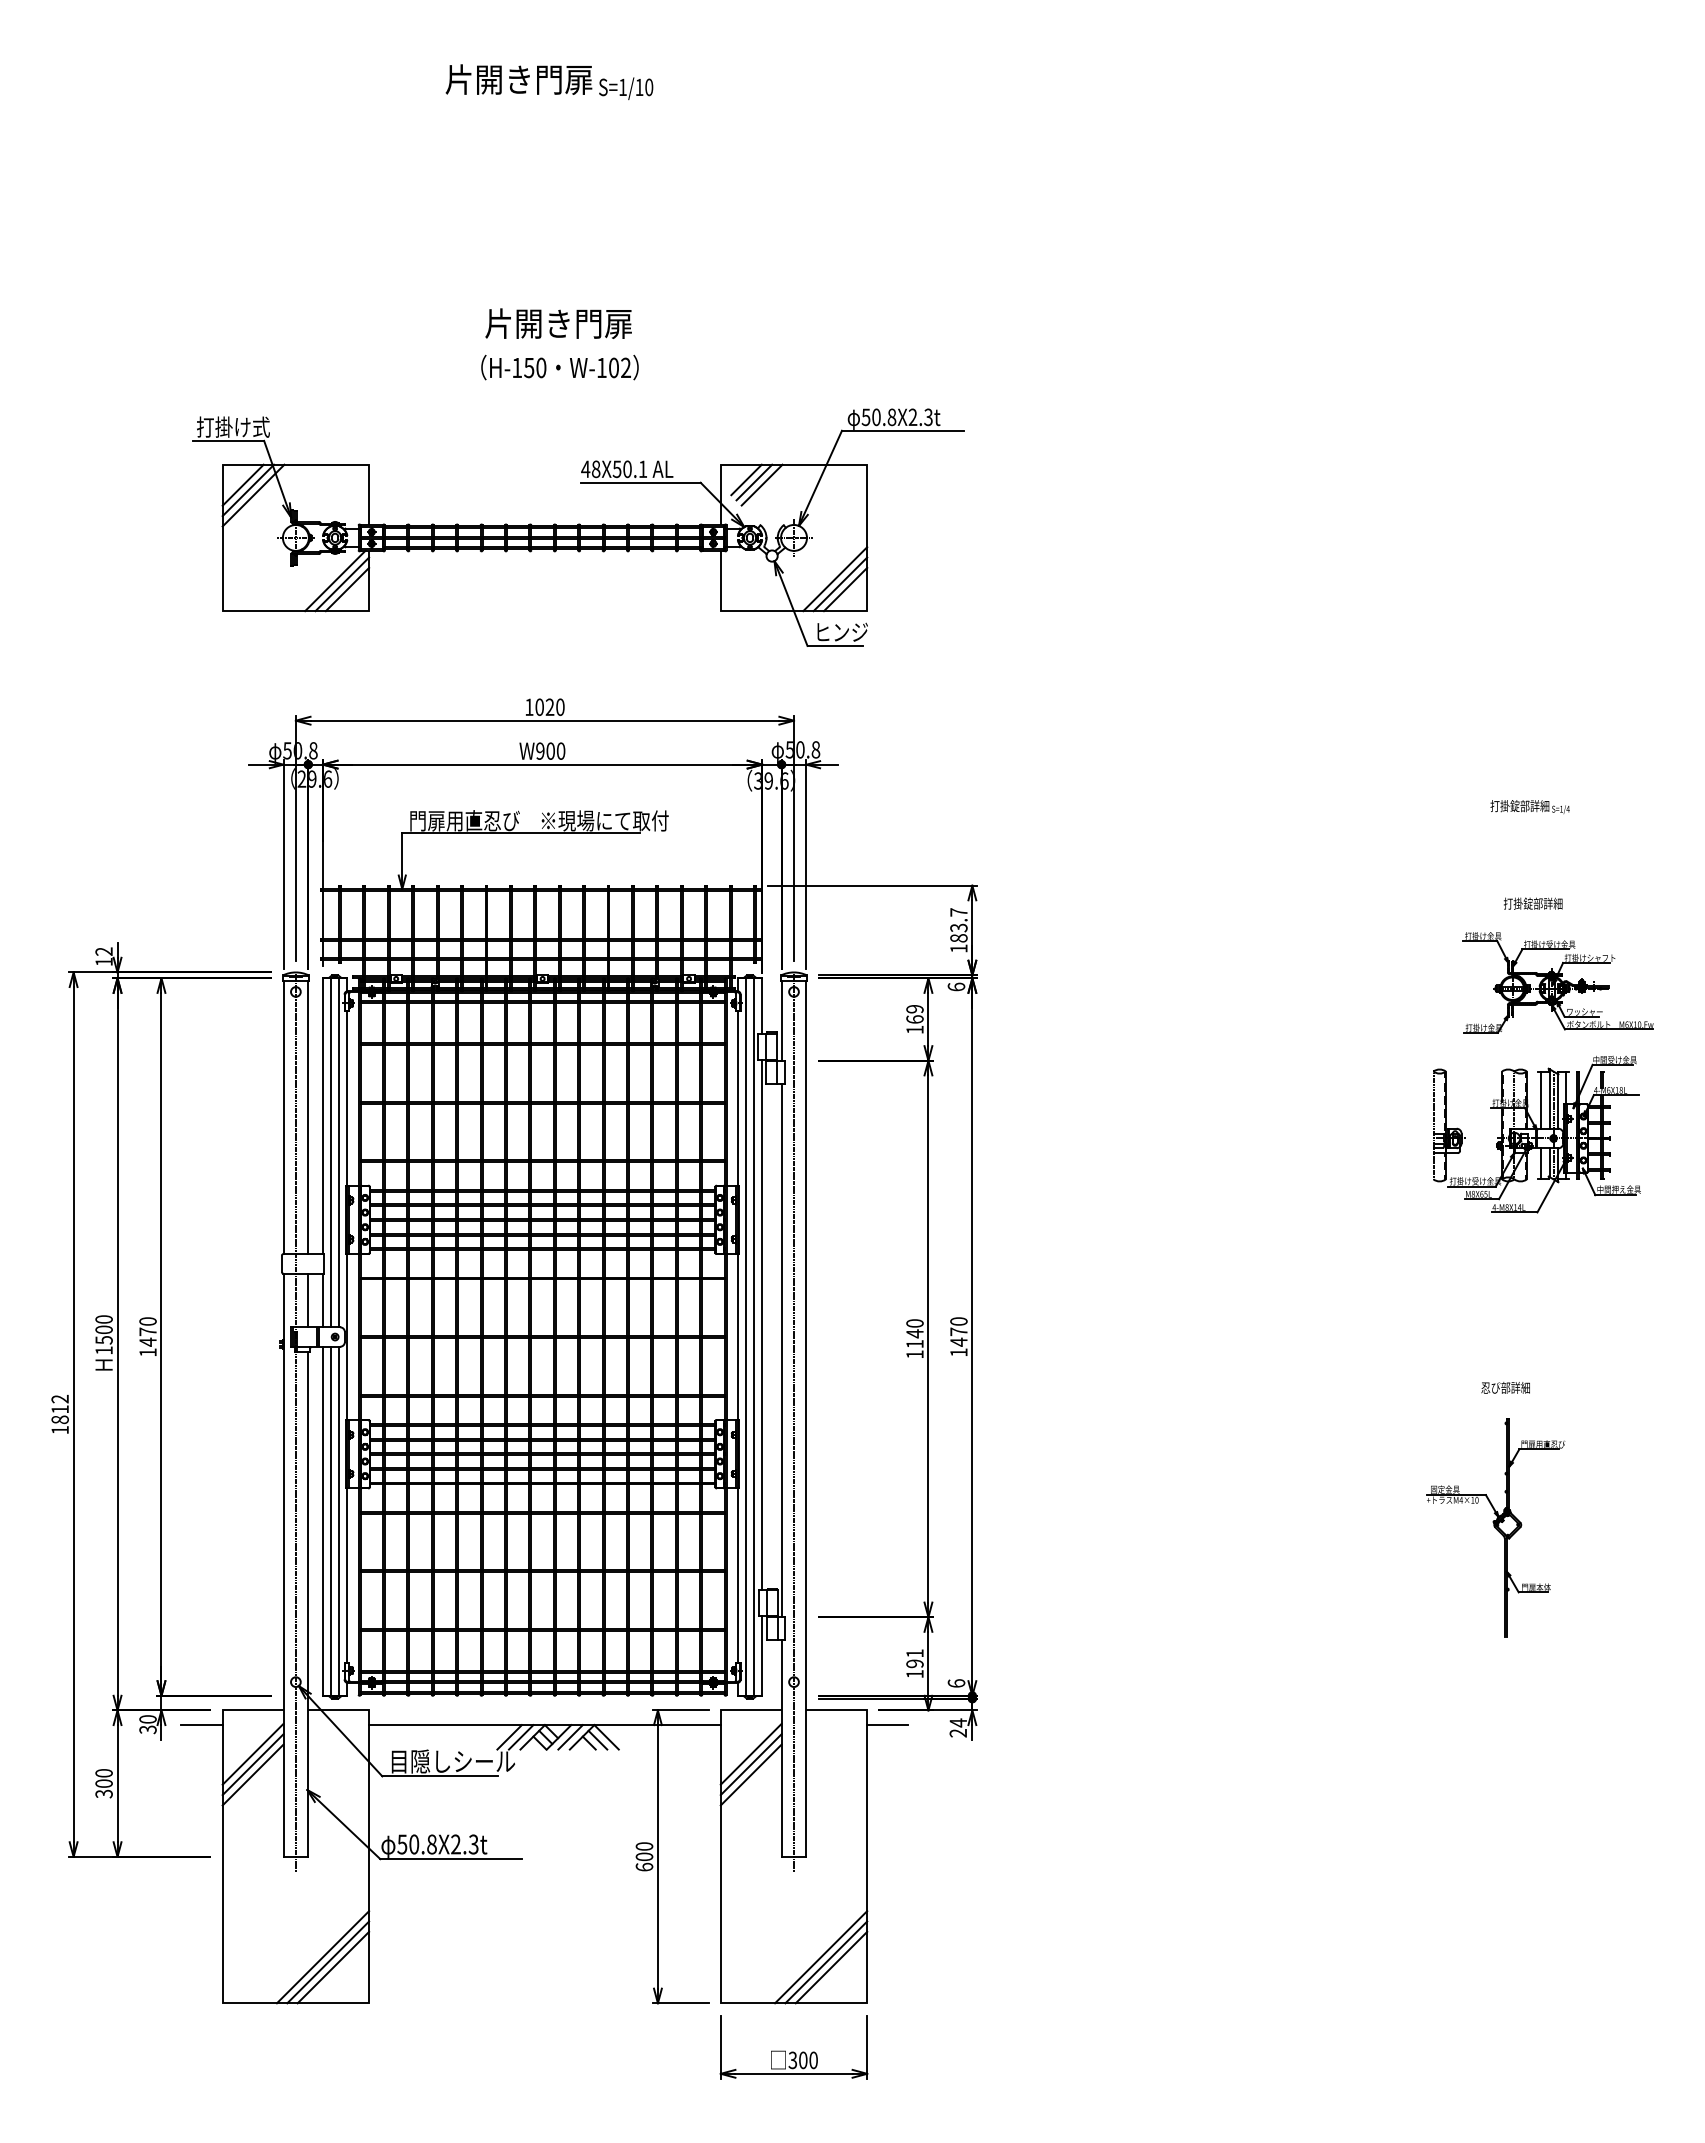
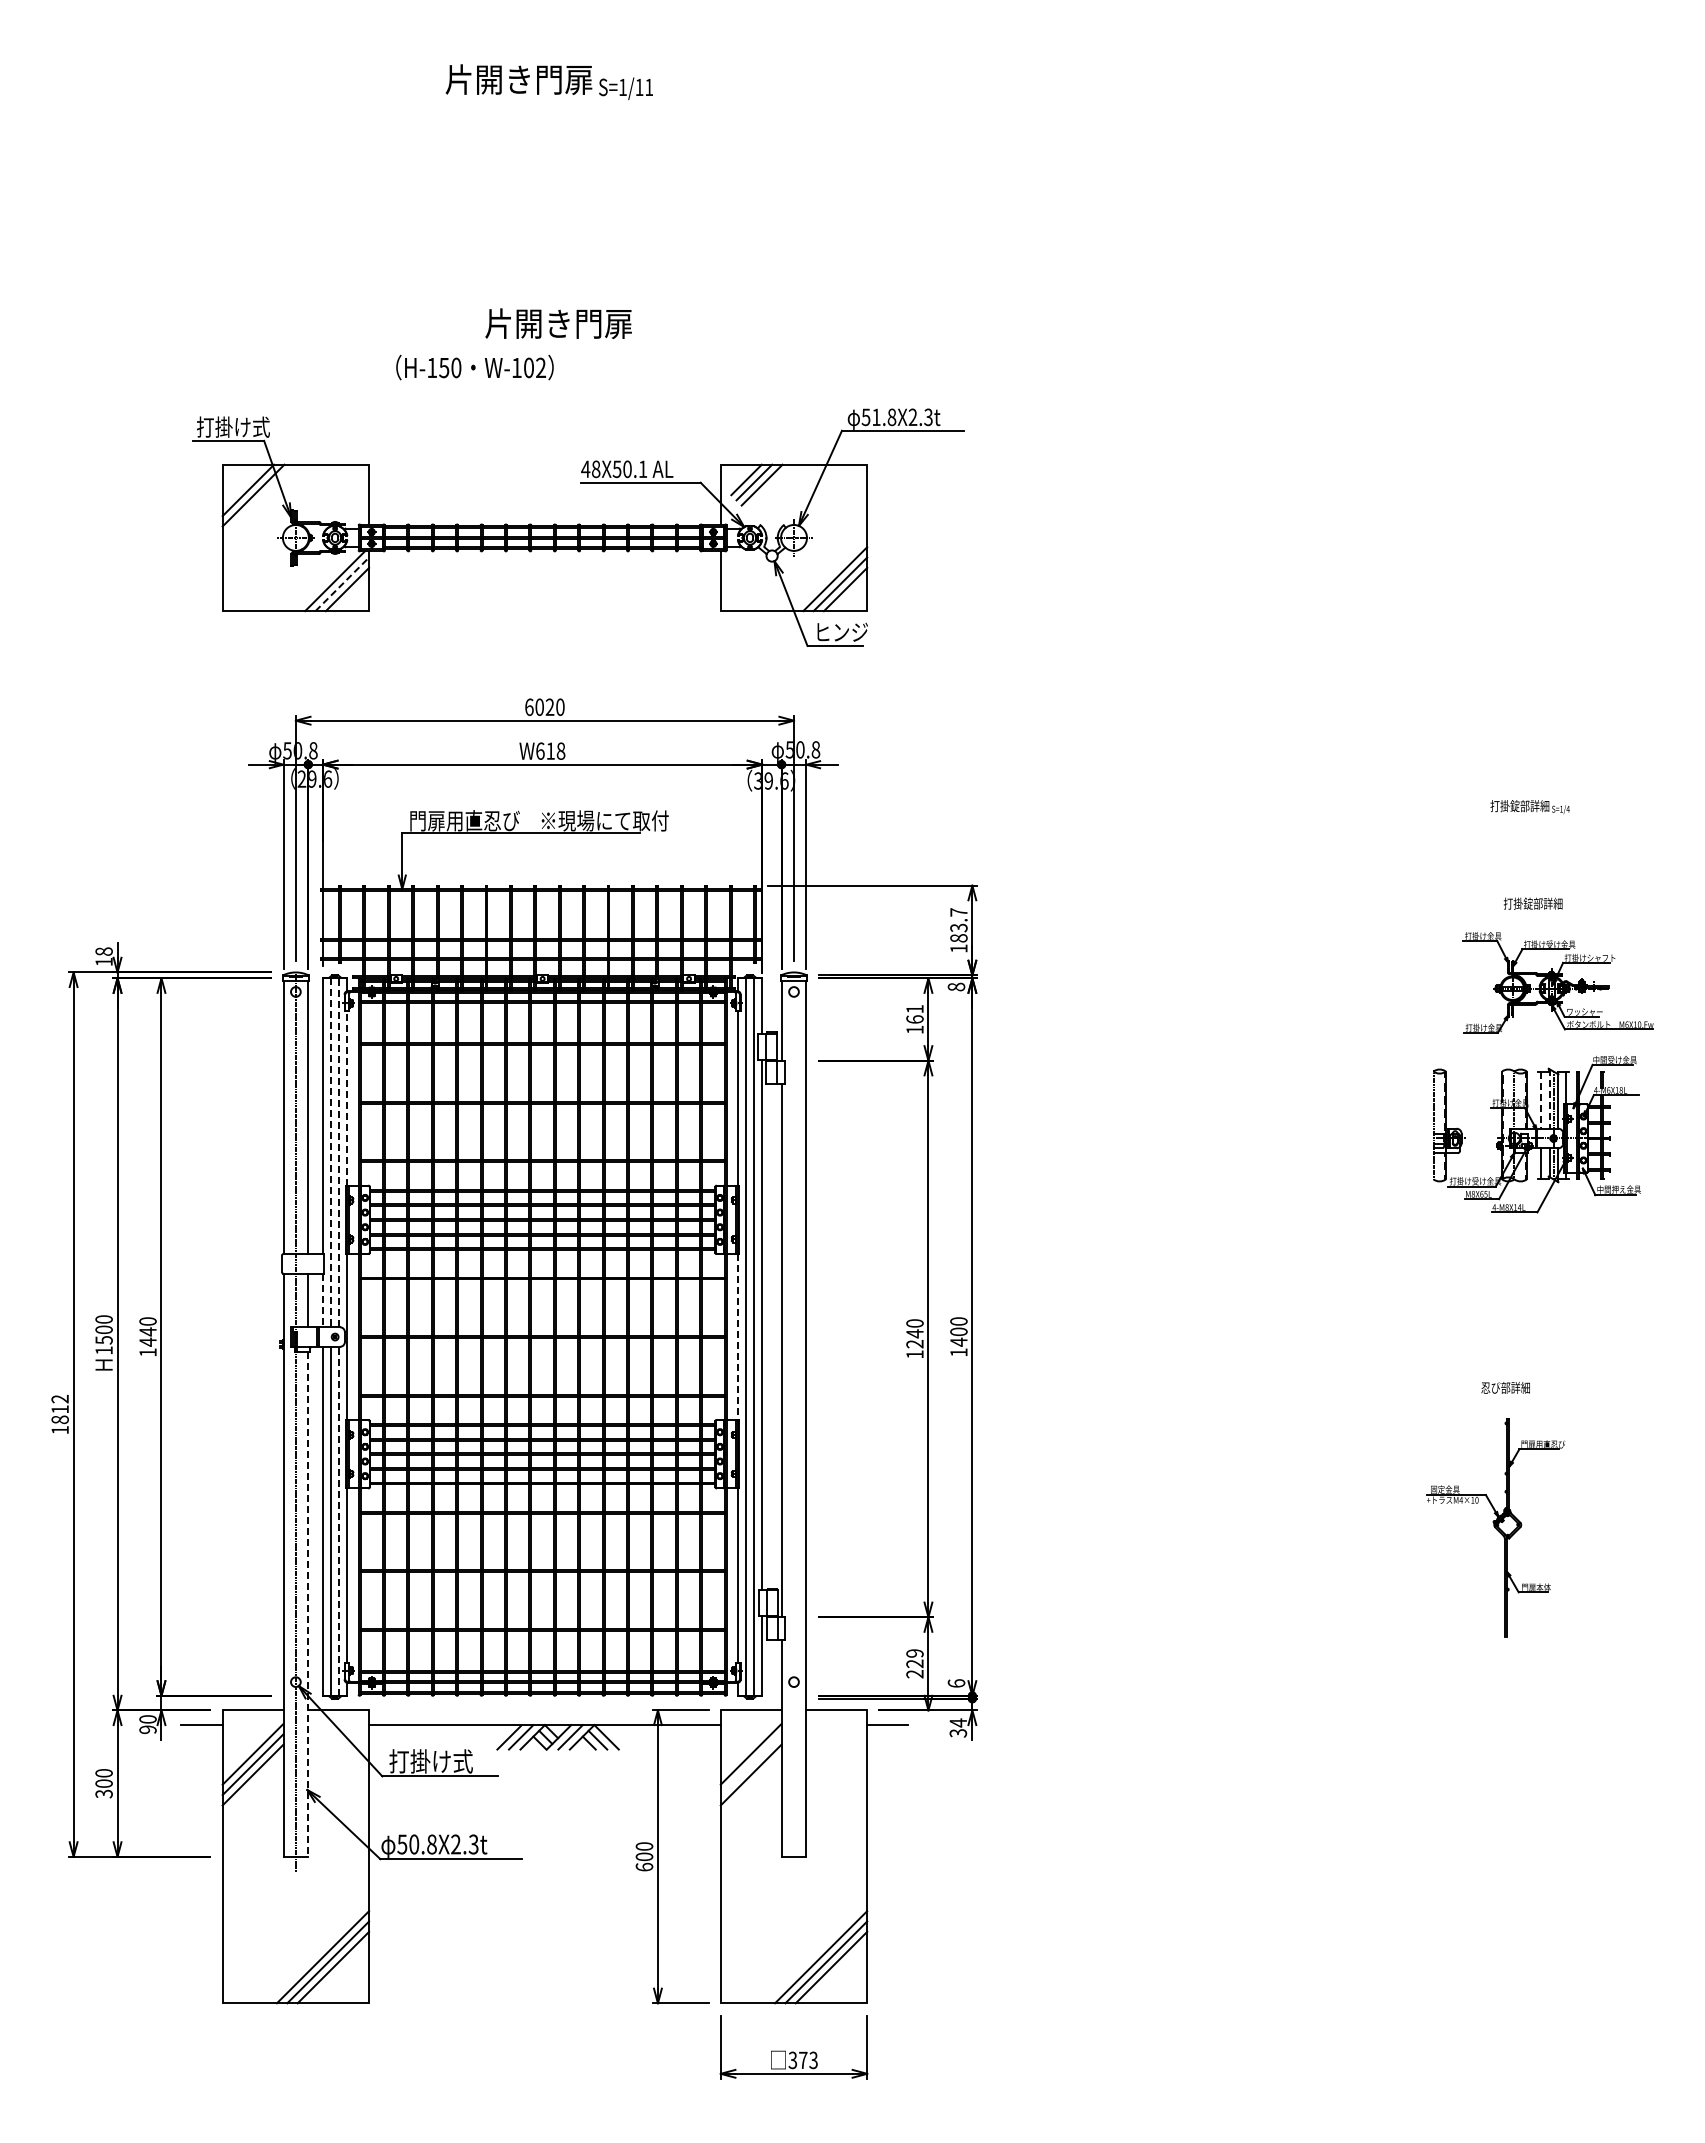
text at (649, 87): S=1/10 -> S=1/11
text at (559, 367) position: (559, 367) -> (474, 367)
text at (876, 417): 50.8X2.3t -> 51.8X2.3t
line at (242, 484): present -> none
line at (342, 584): solid -> dashed
text at (529, 706): 1020 -> 6020
text at (550, 750): W900 -> W618
text at (103, 951): 12 -> 18
text at (955, 986): 6 -> 8
text at (914, 1009): 169 -> 161
line at (347, 1098): solid -> dashed
line at (1549, 1098): solid -> dashed
line at (1541, 1100): solid -> dashed
line at (339, 1152): solid -> dashed
line at (331, 1153): solid -> dashed
line at (322, 1300): solid -> dashed
text at (147, 1331): 1470 -> 1440
text at (958, 1331): 1470 -> 1400
line at (737, 1337): solid -> dashed
text at (914, 1344): 1140 -> 1240
line at (794, 1421): present -> none
line at (339, 1520): solid -> dashed
line at (308, 1604): solid -> dashed
text at (914, 1663): 191 -> 229
text at (147, 1729): 30 -> 90
text at (958, 1733): 24 -> 34
text at (452, 1761): 目隠しシール -> 打掛け式
line at (750, 1764): present -> none
text at (808, 2060): 300 -> 373
